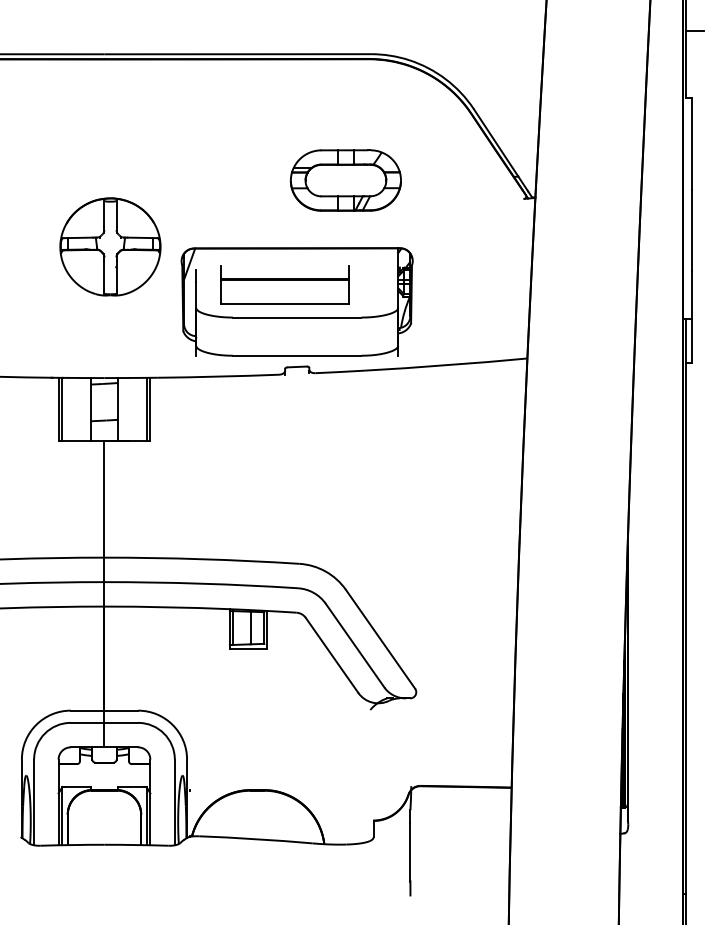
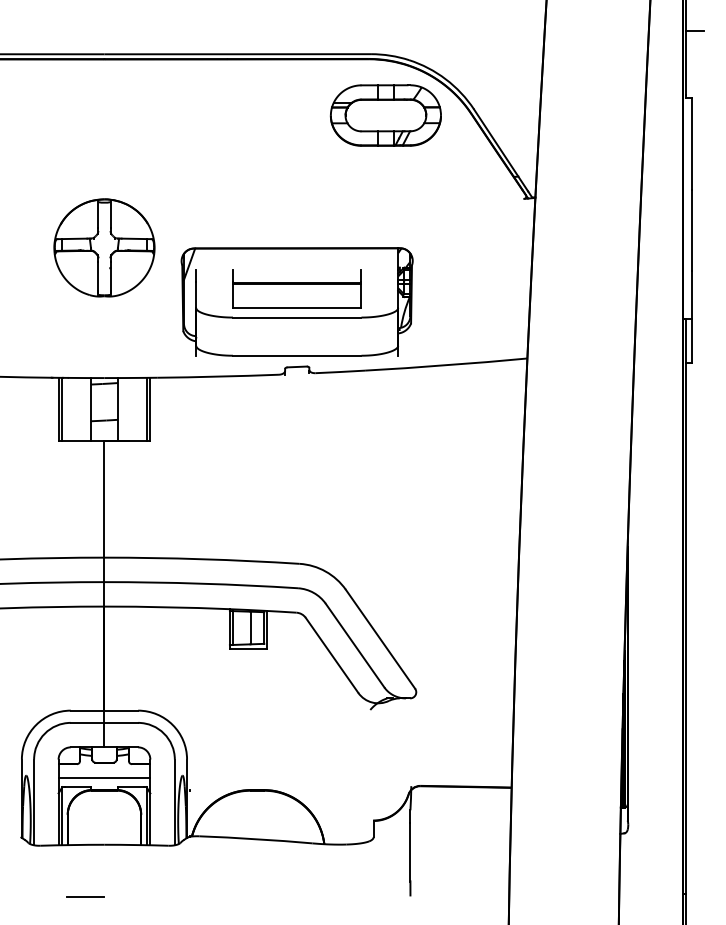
part at (345, 180) position: (345, 180) -> (385, 115)
part at (110, 246) position: (110, 246) -> (104, 247)
part at (284, 284) position: (284, 284) -> (296, 288)
line at (104, 777): none -> present
line at (85, 897): none -> present
